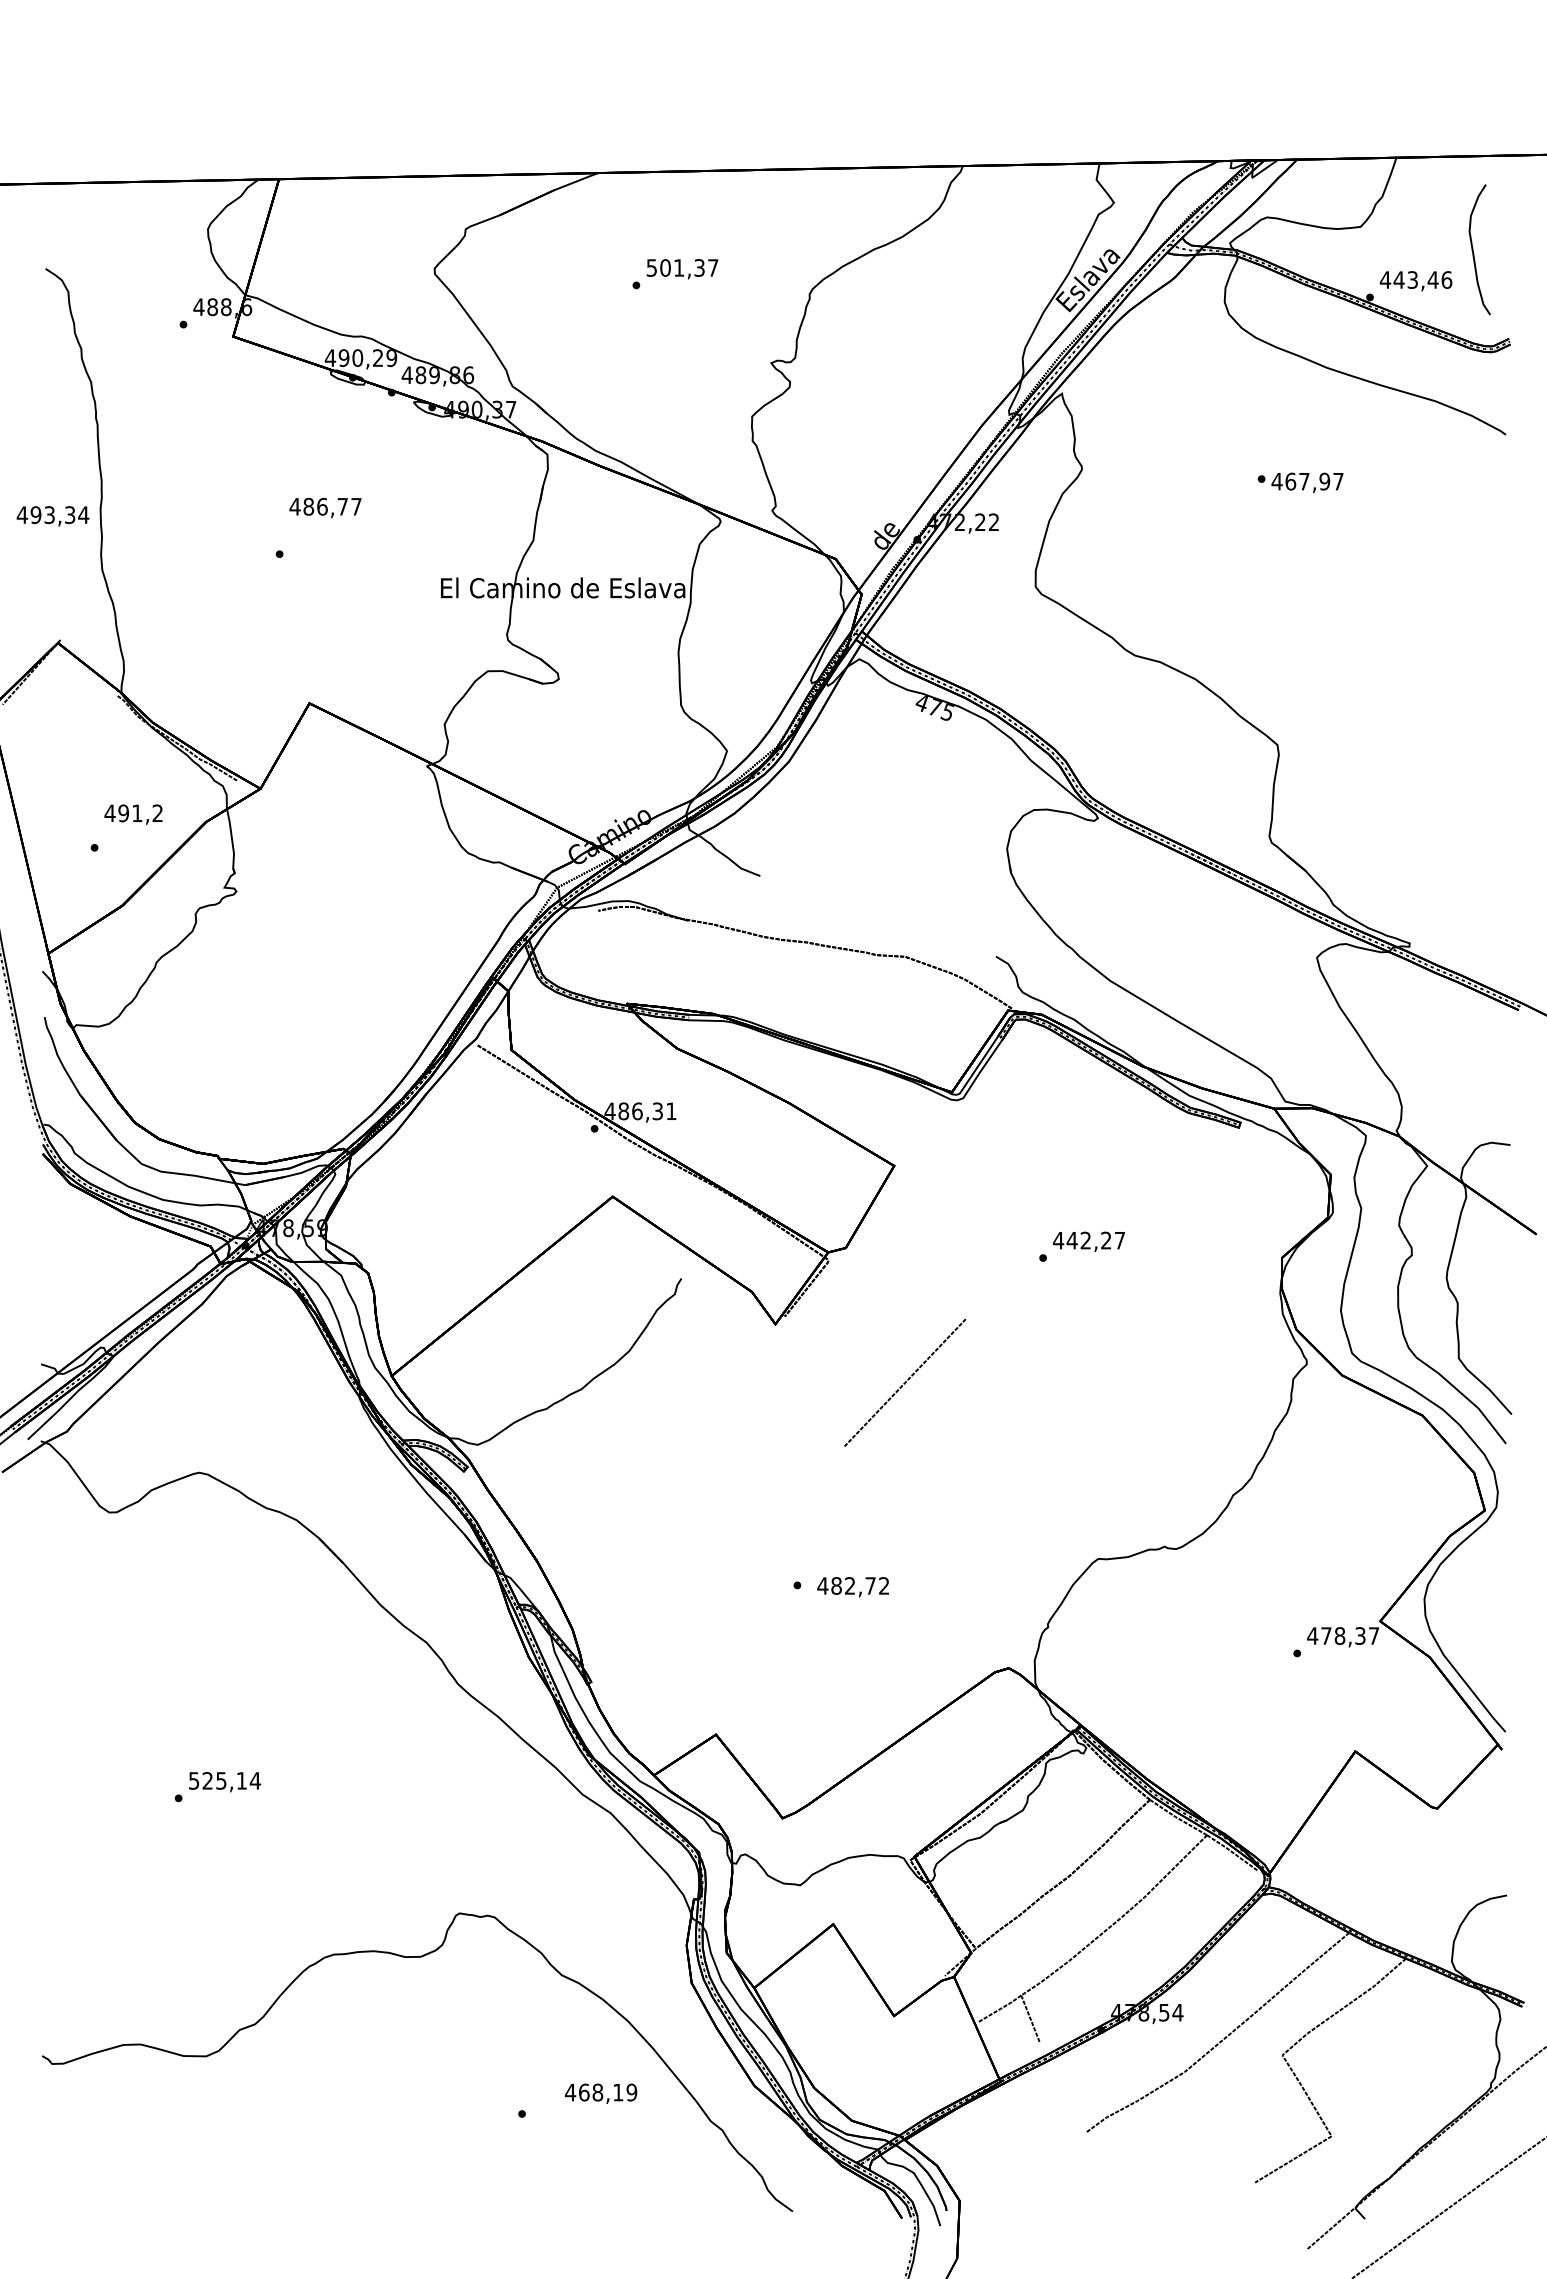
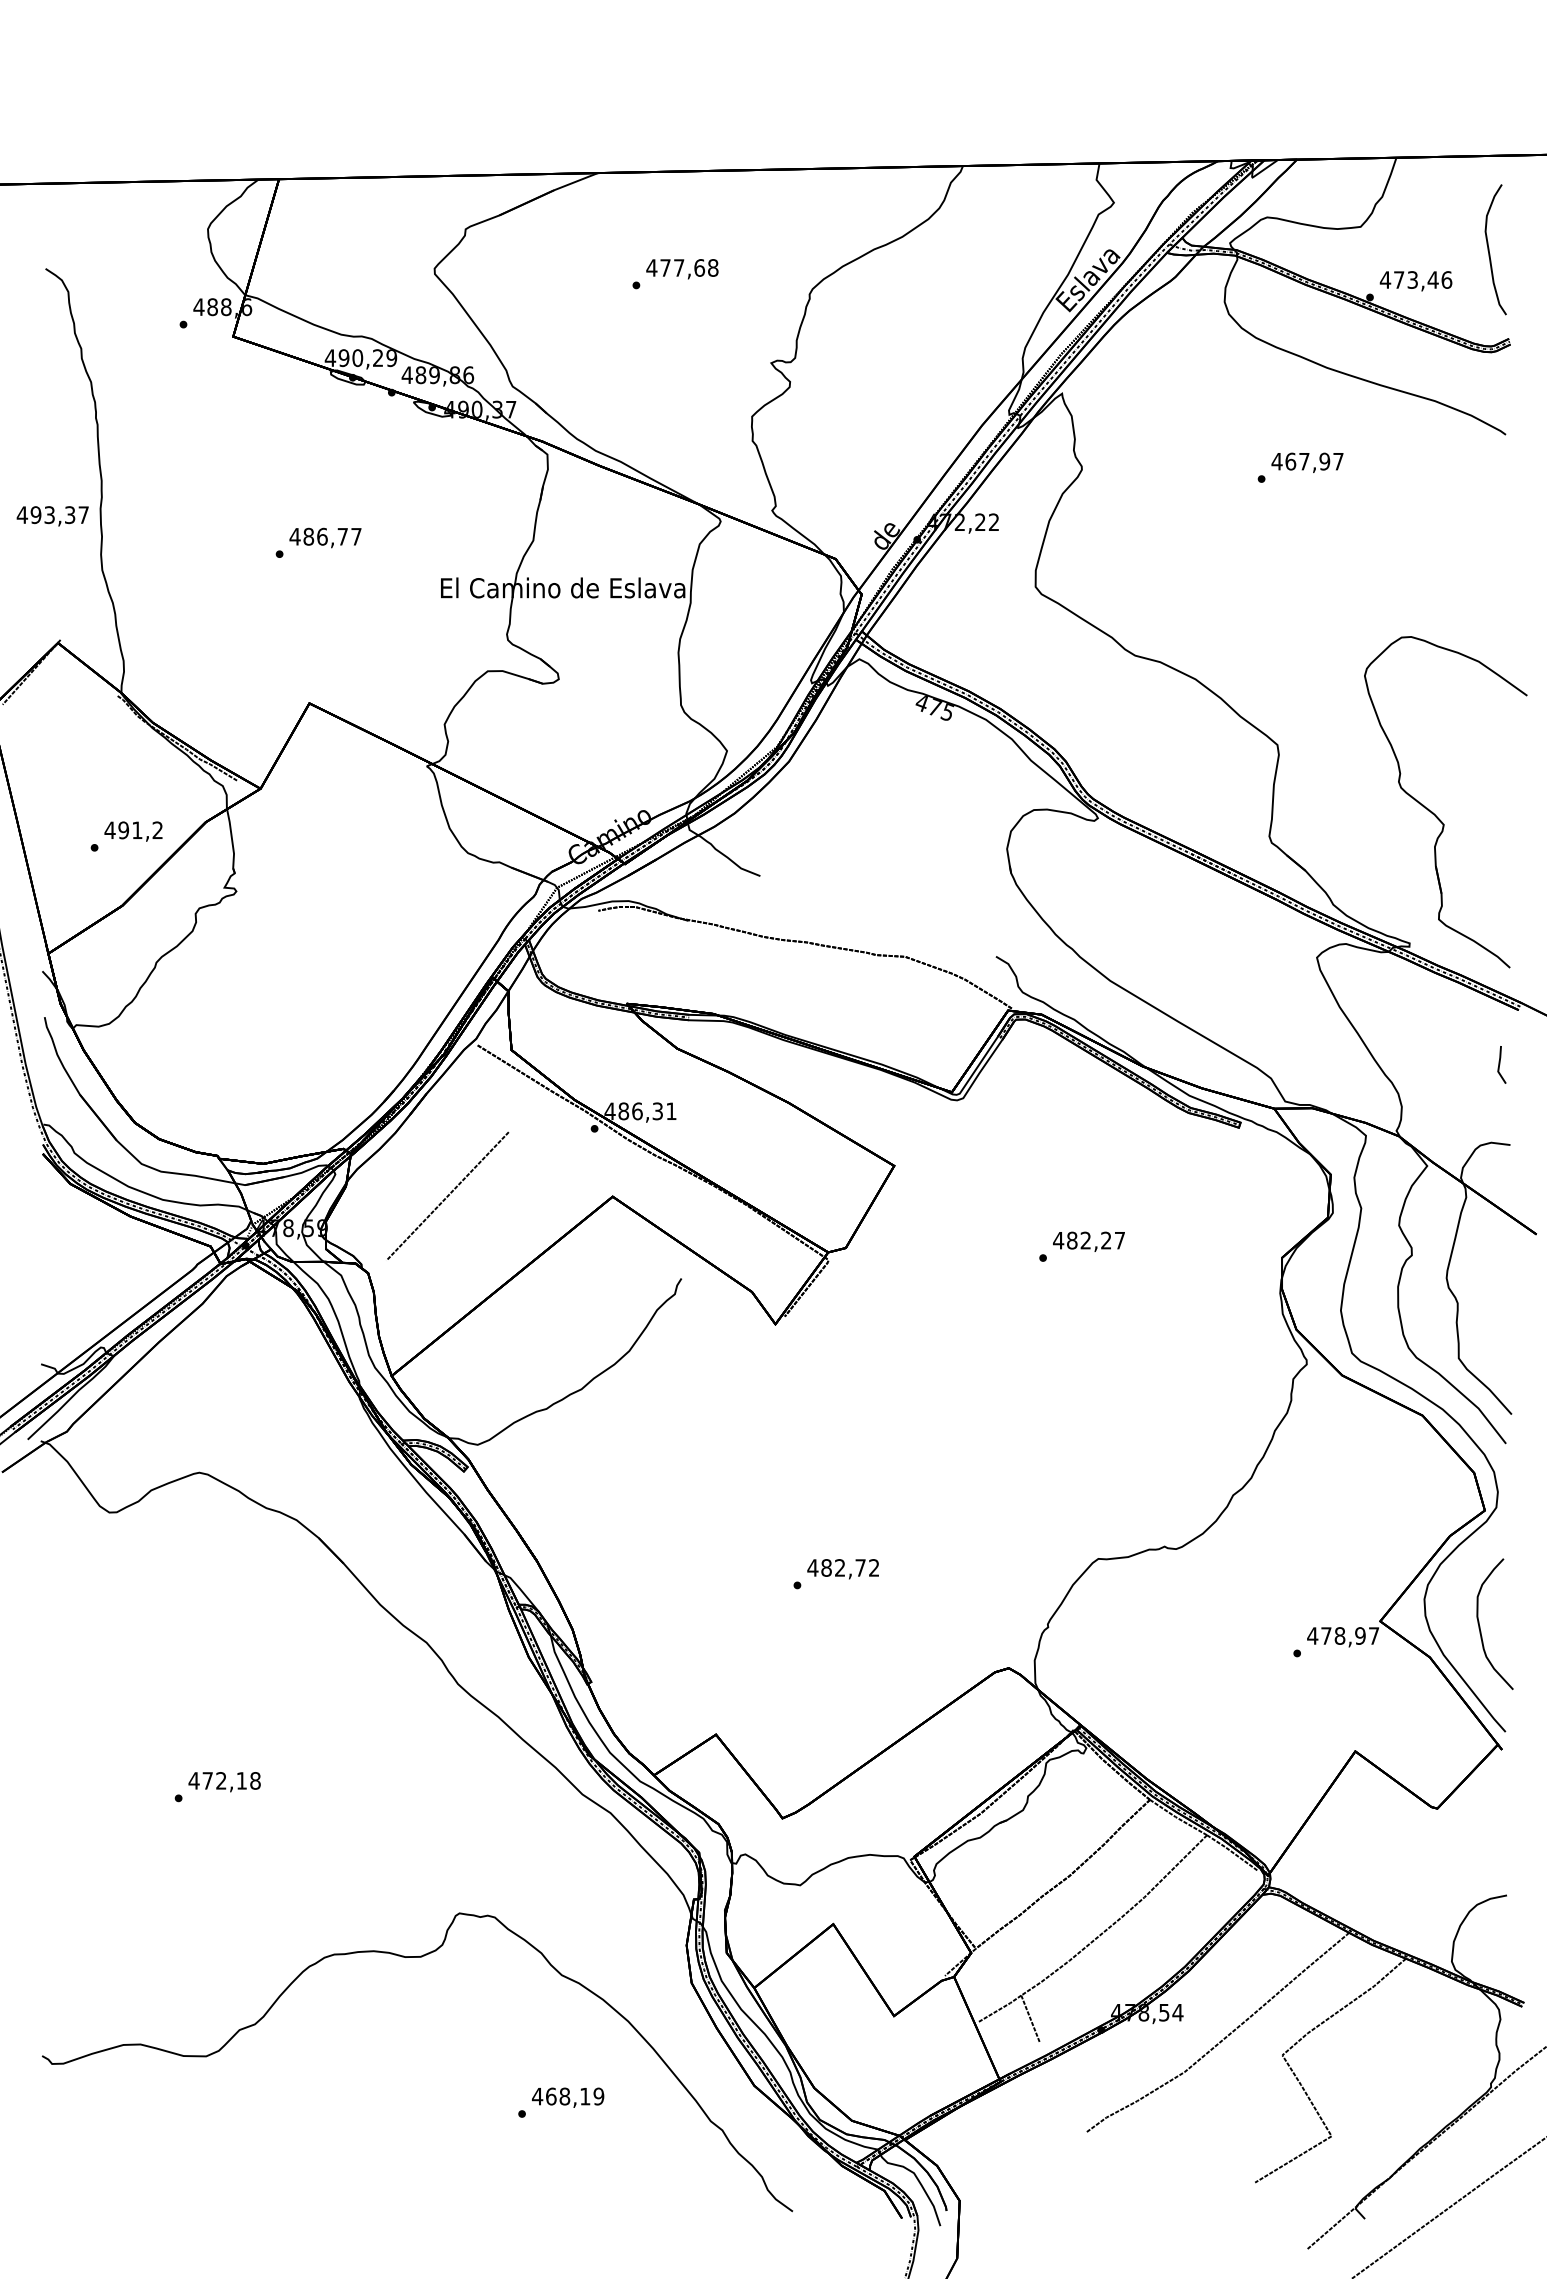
curve at (1473, 249) position: (1473, 249) -> (1489, 249)
text at (682, 267): 501,37 -> 477,68
text at (1398, 279): 443,46 -> 473,46
text at (1307, 482) position: (1307, 482) -> (1307, 462)
text at (325, 507) position: (325, 507) -> (325, 537)
text at (83, 514): 493,34 -> 493,37
part at (1434, 813): none -> present
text at (133, 814) position: (133, 814) -> (133, 831)
line at (1500, 1064): none -> present
text at (1071, 1240): 442,27 -> 482,27
line at (905, 1382) position: (905, 1382) -> (448, 1195)
text at (852, 1587) position: (852, 1587) -> (842, 1569)
curve at (1480, 1626): none -> present
text at (1360, 1635): 478,37 -> 478,97
text at (224, 1780): 525,14 -> 472,18
text at (601, 2093) position: (601, 2093) -> (568, 2097)
